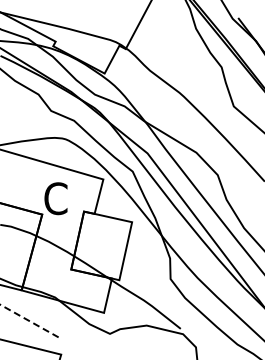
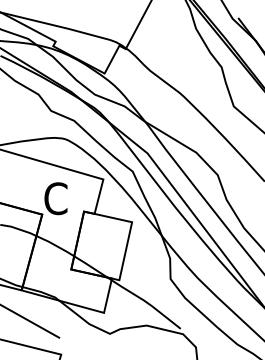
line at (30, 321): dashed -> solid
